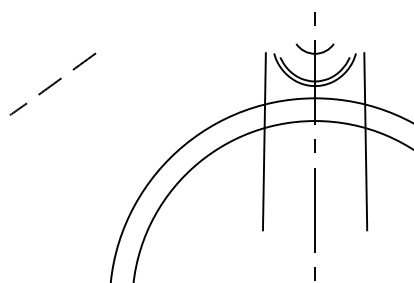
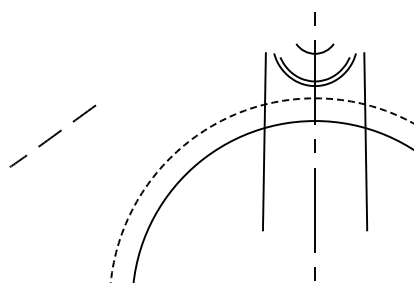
curve at (52, 83) position: (52, 83) -> (52, 135)
circle at (261, 190): solid -> dashed
